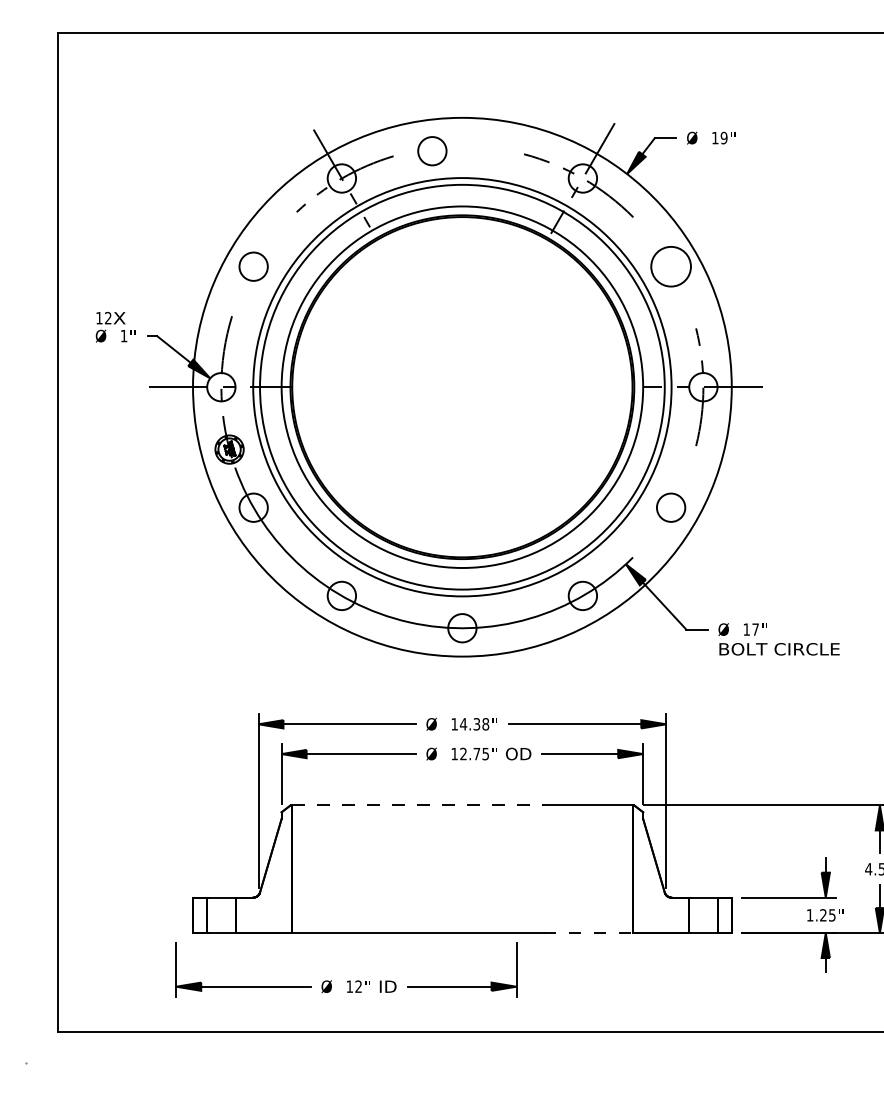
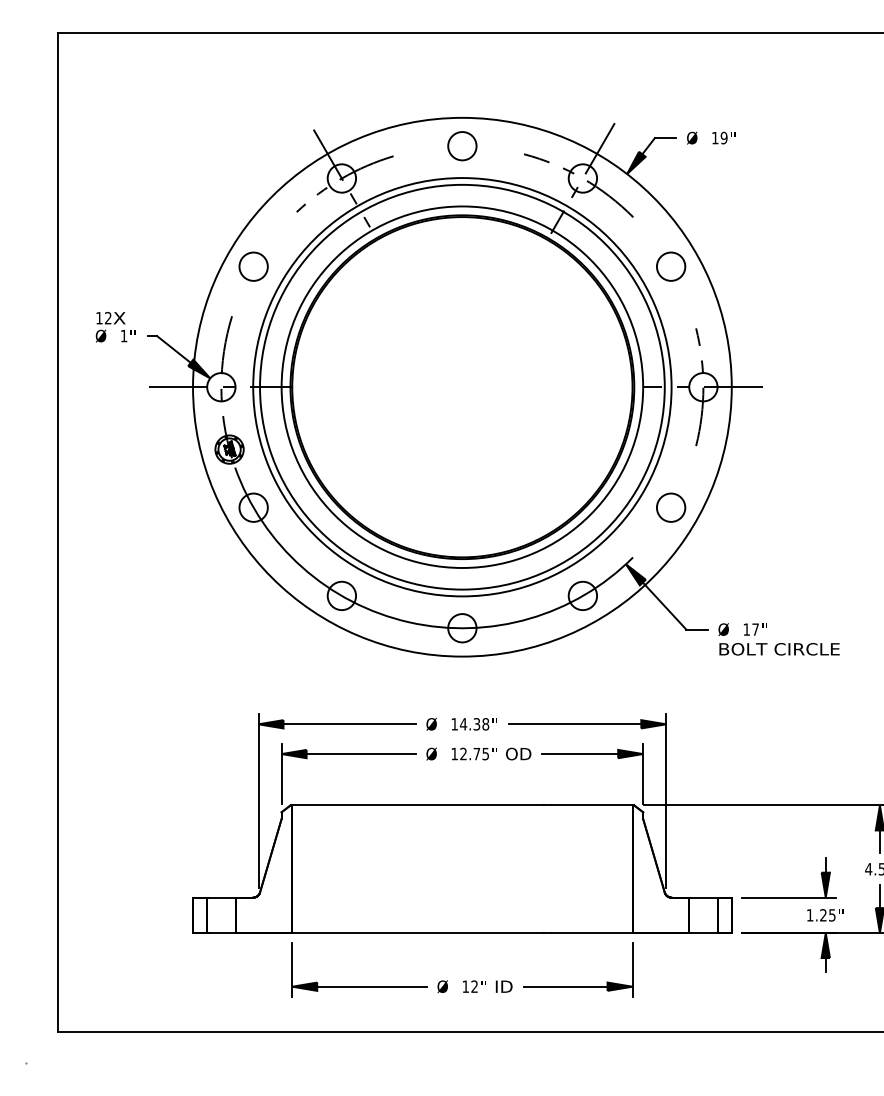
circle at (432, 151) position: (432, 151) -> (462, 146)
circle at (670, 266) diameter: 40 px -> 28 px
line at (418, 805): dashed -> solid
line at (588, 933): dashed -> solid
part at (348, 980) position: (348, 980) -> (464, 980)
